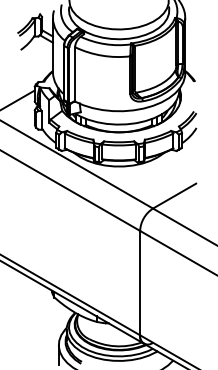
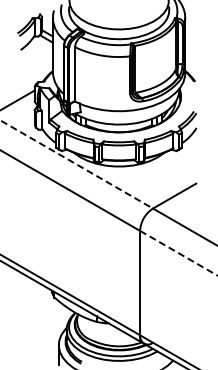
line at (77, 164): solid -> dashed
line at (178, 253): solid -> dashed
